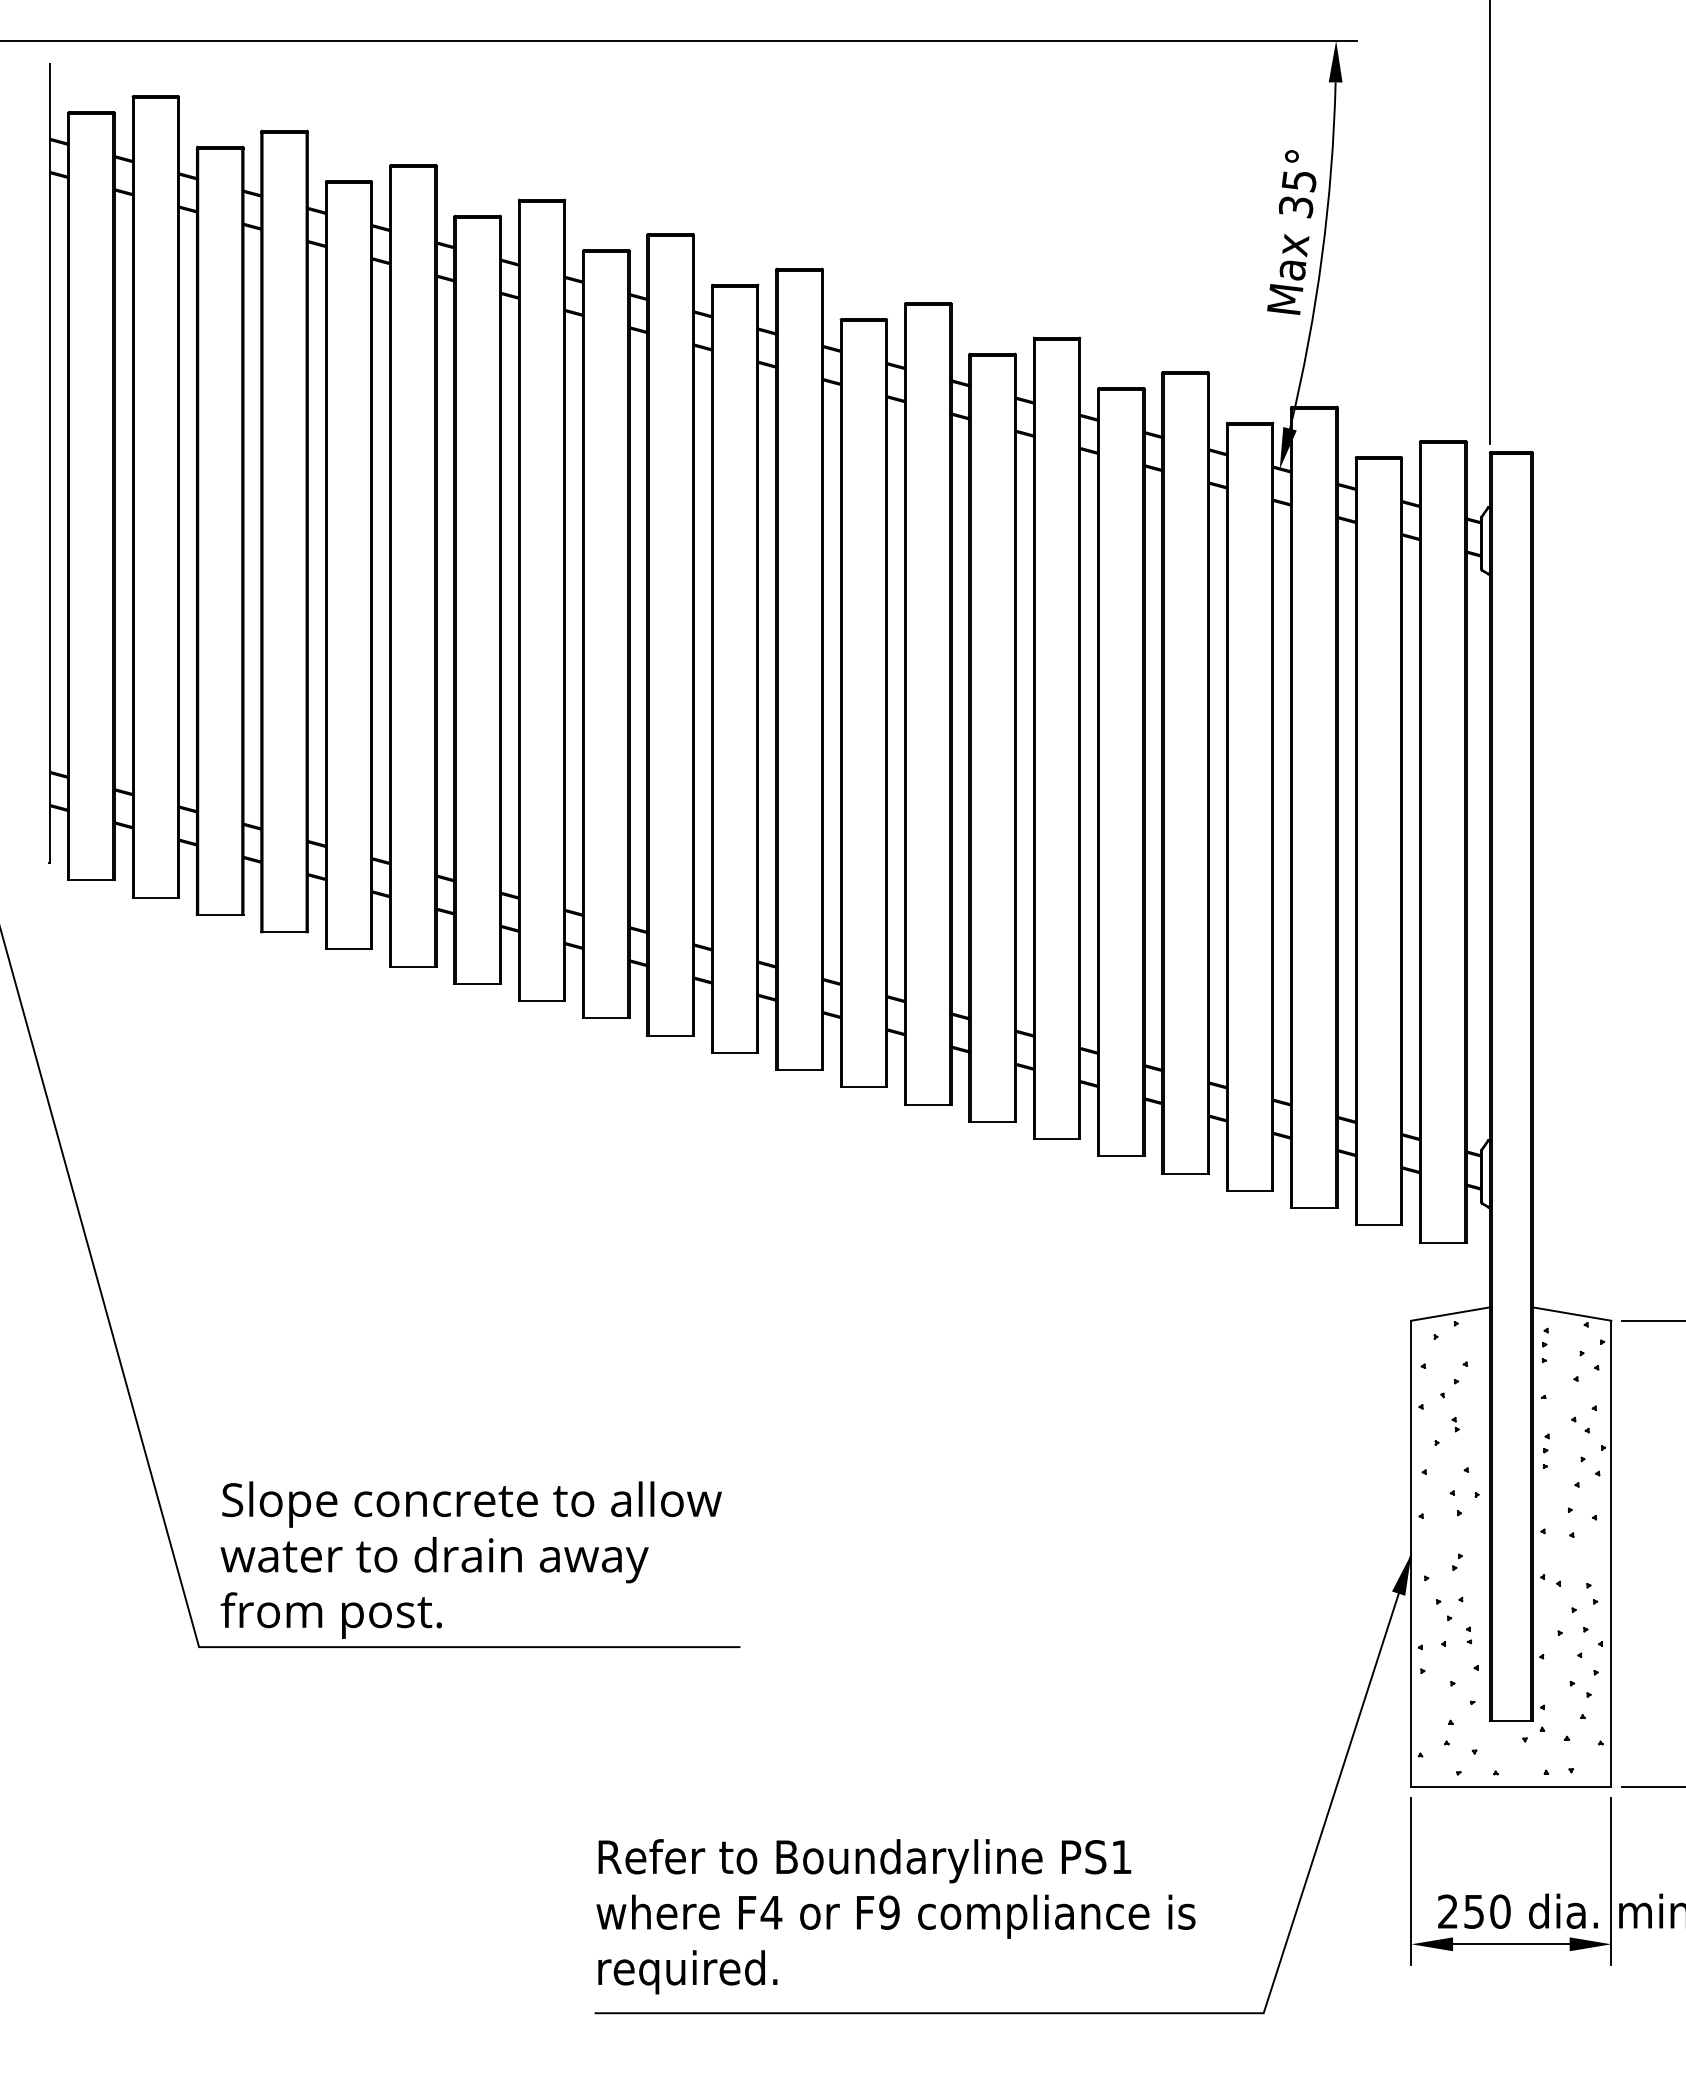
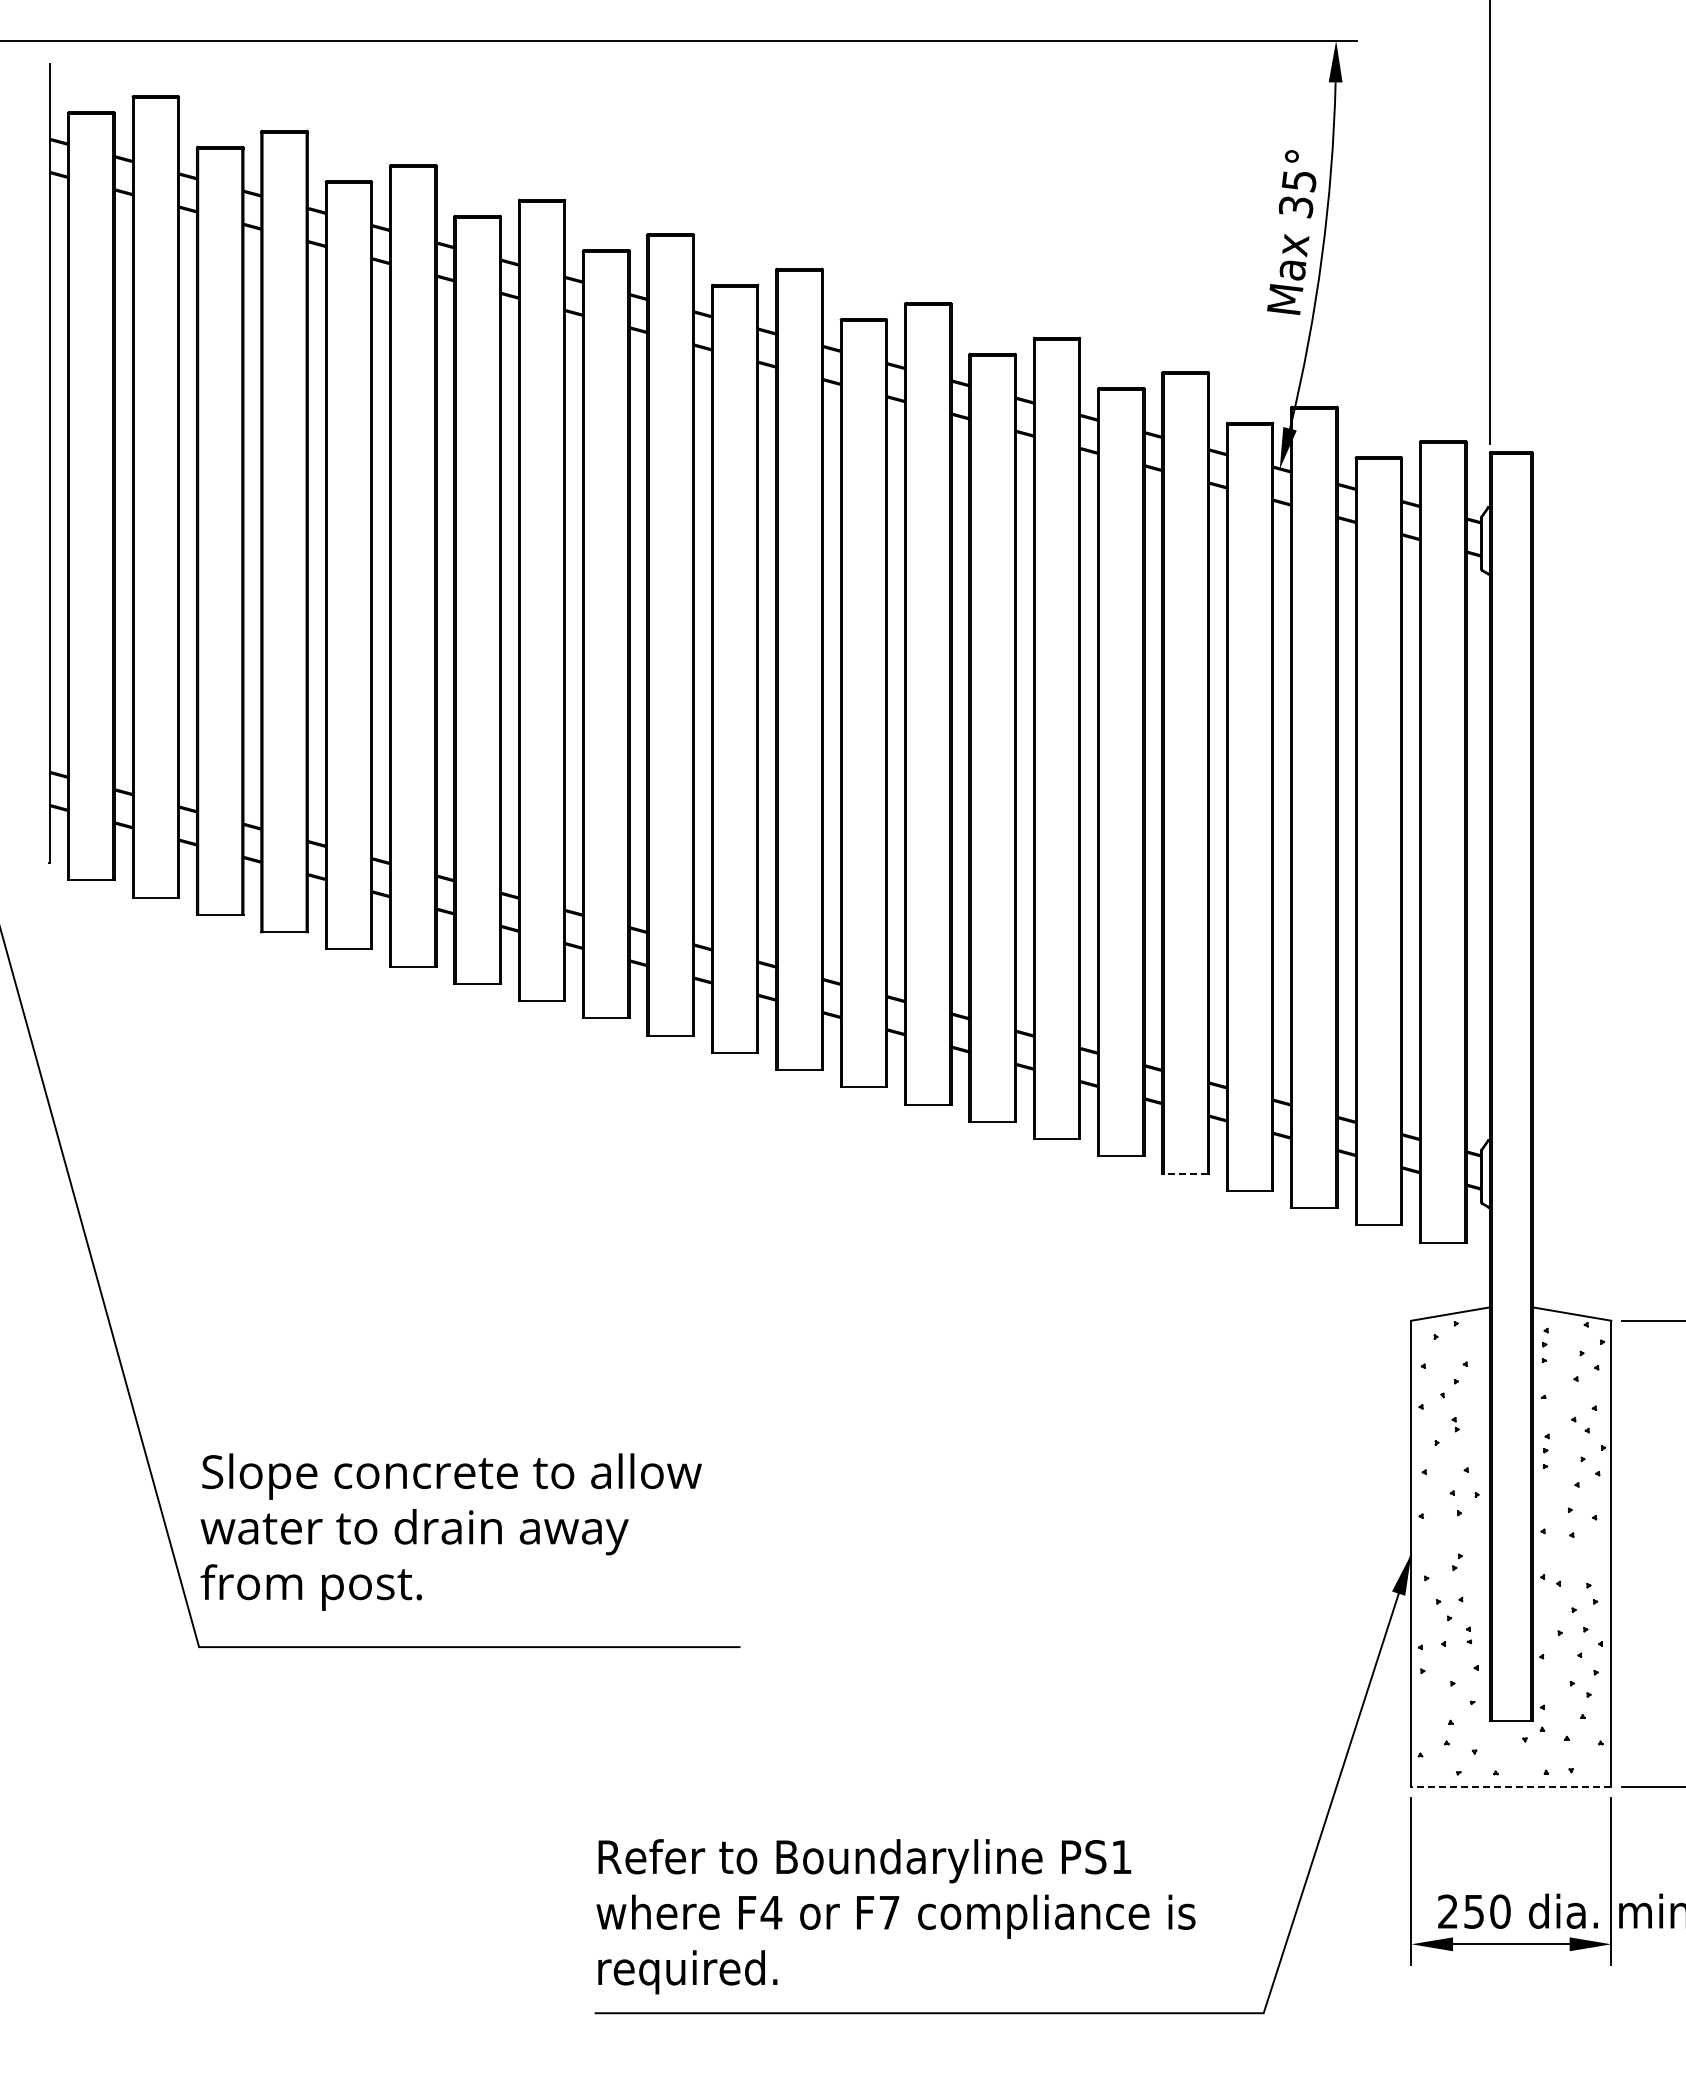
line at (1185, 1173): solid -> dashed
text at (470, 1559) position: (470, 1559) -> (450, 1531)
line at (1511, 1787): solid -> dashed
text at (889, 1912): F9 -> F7
